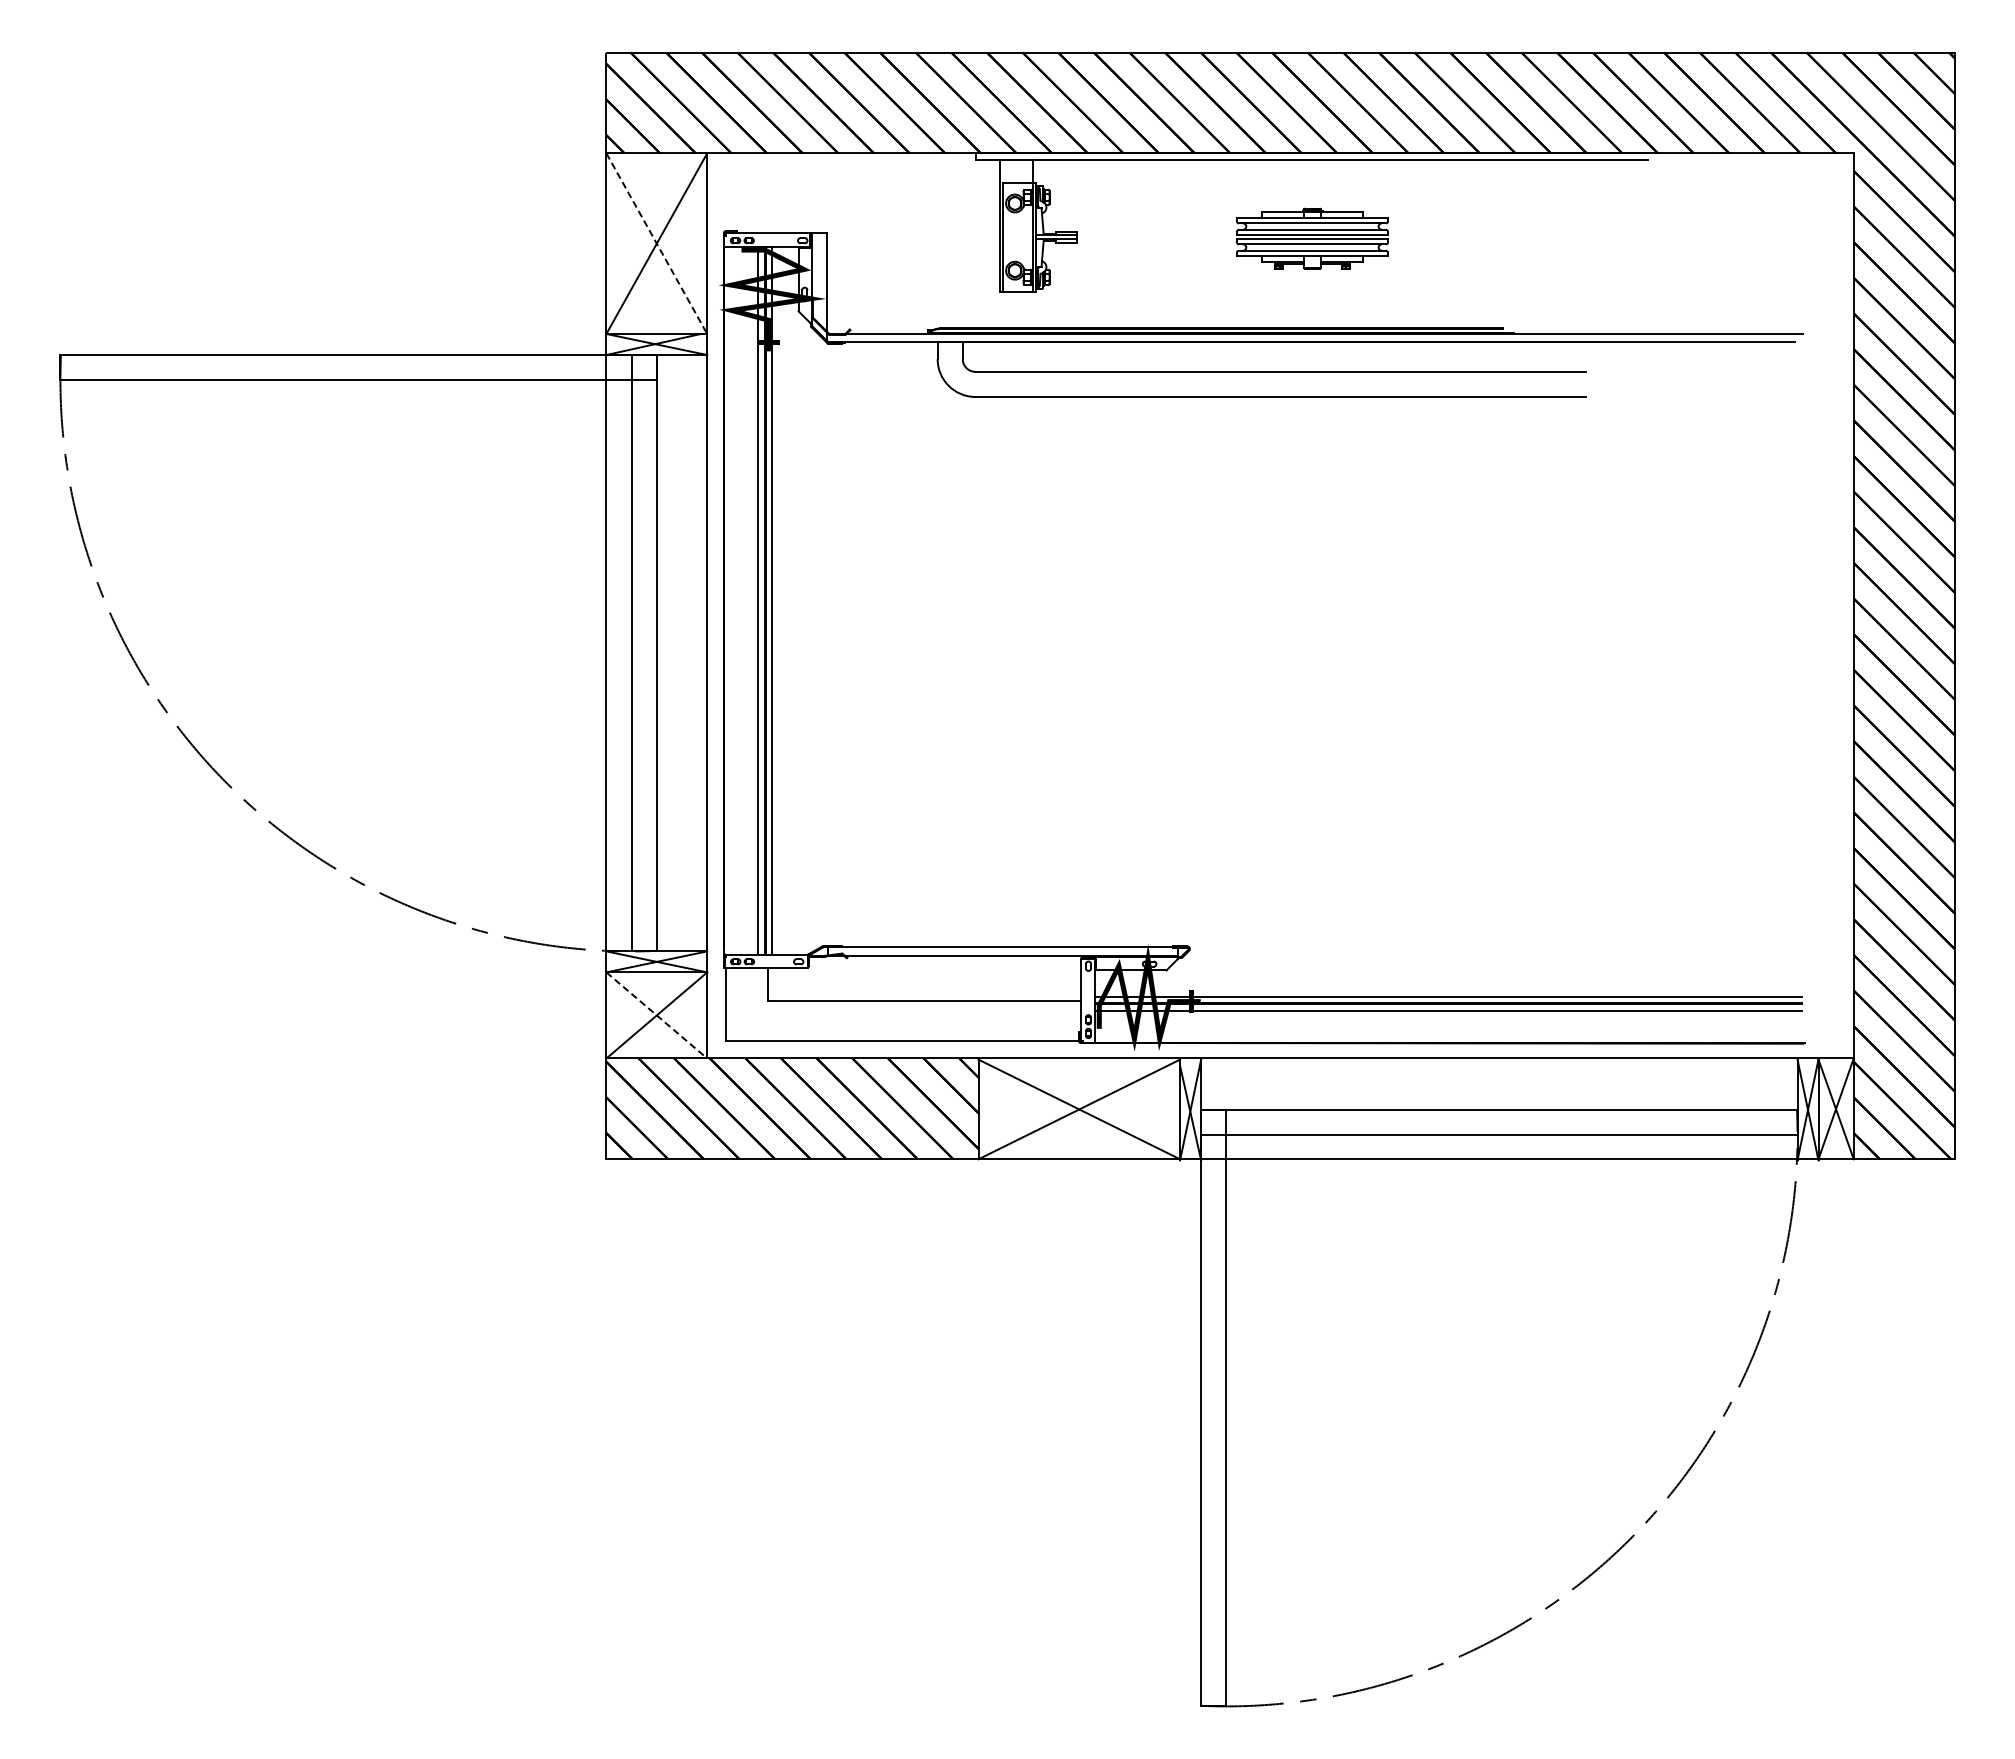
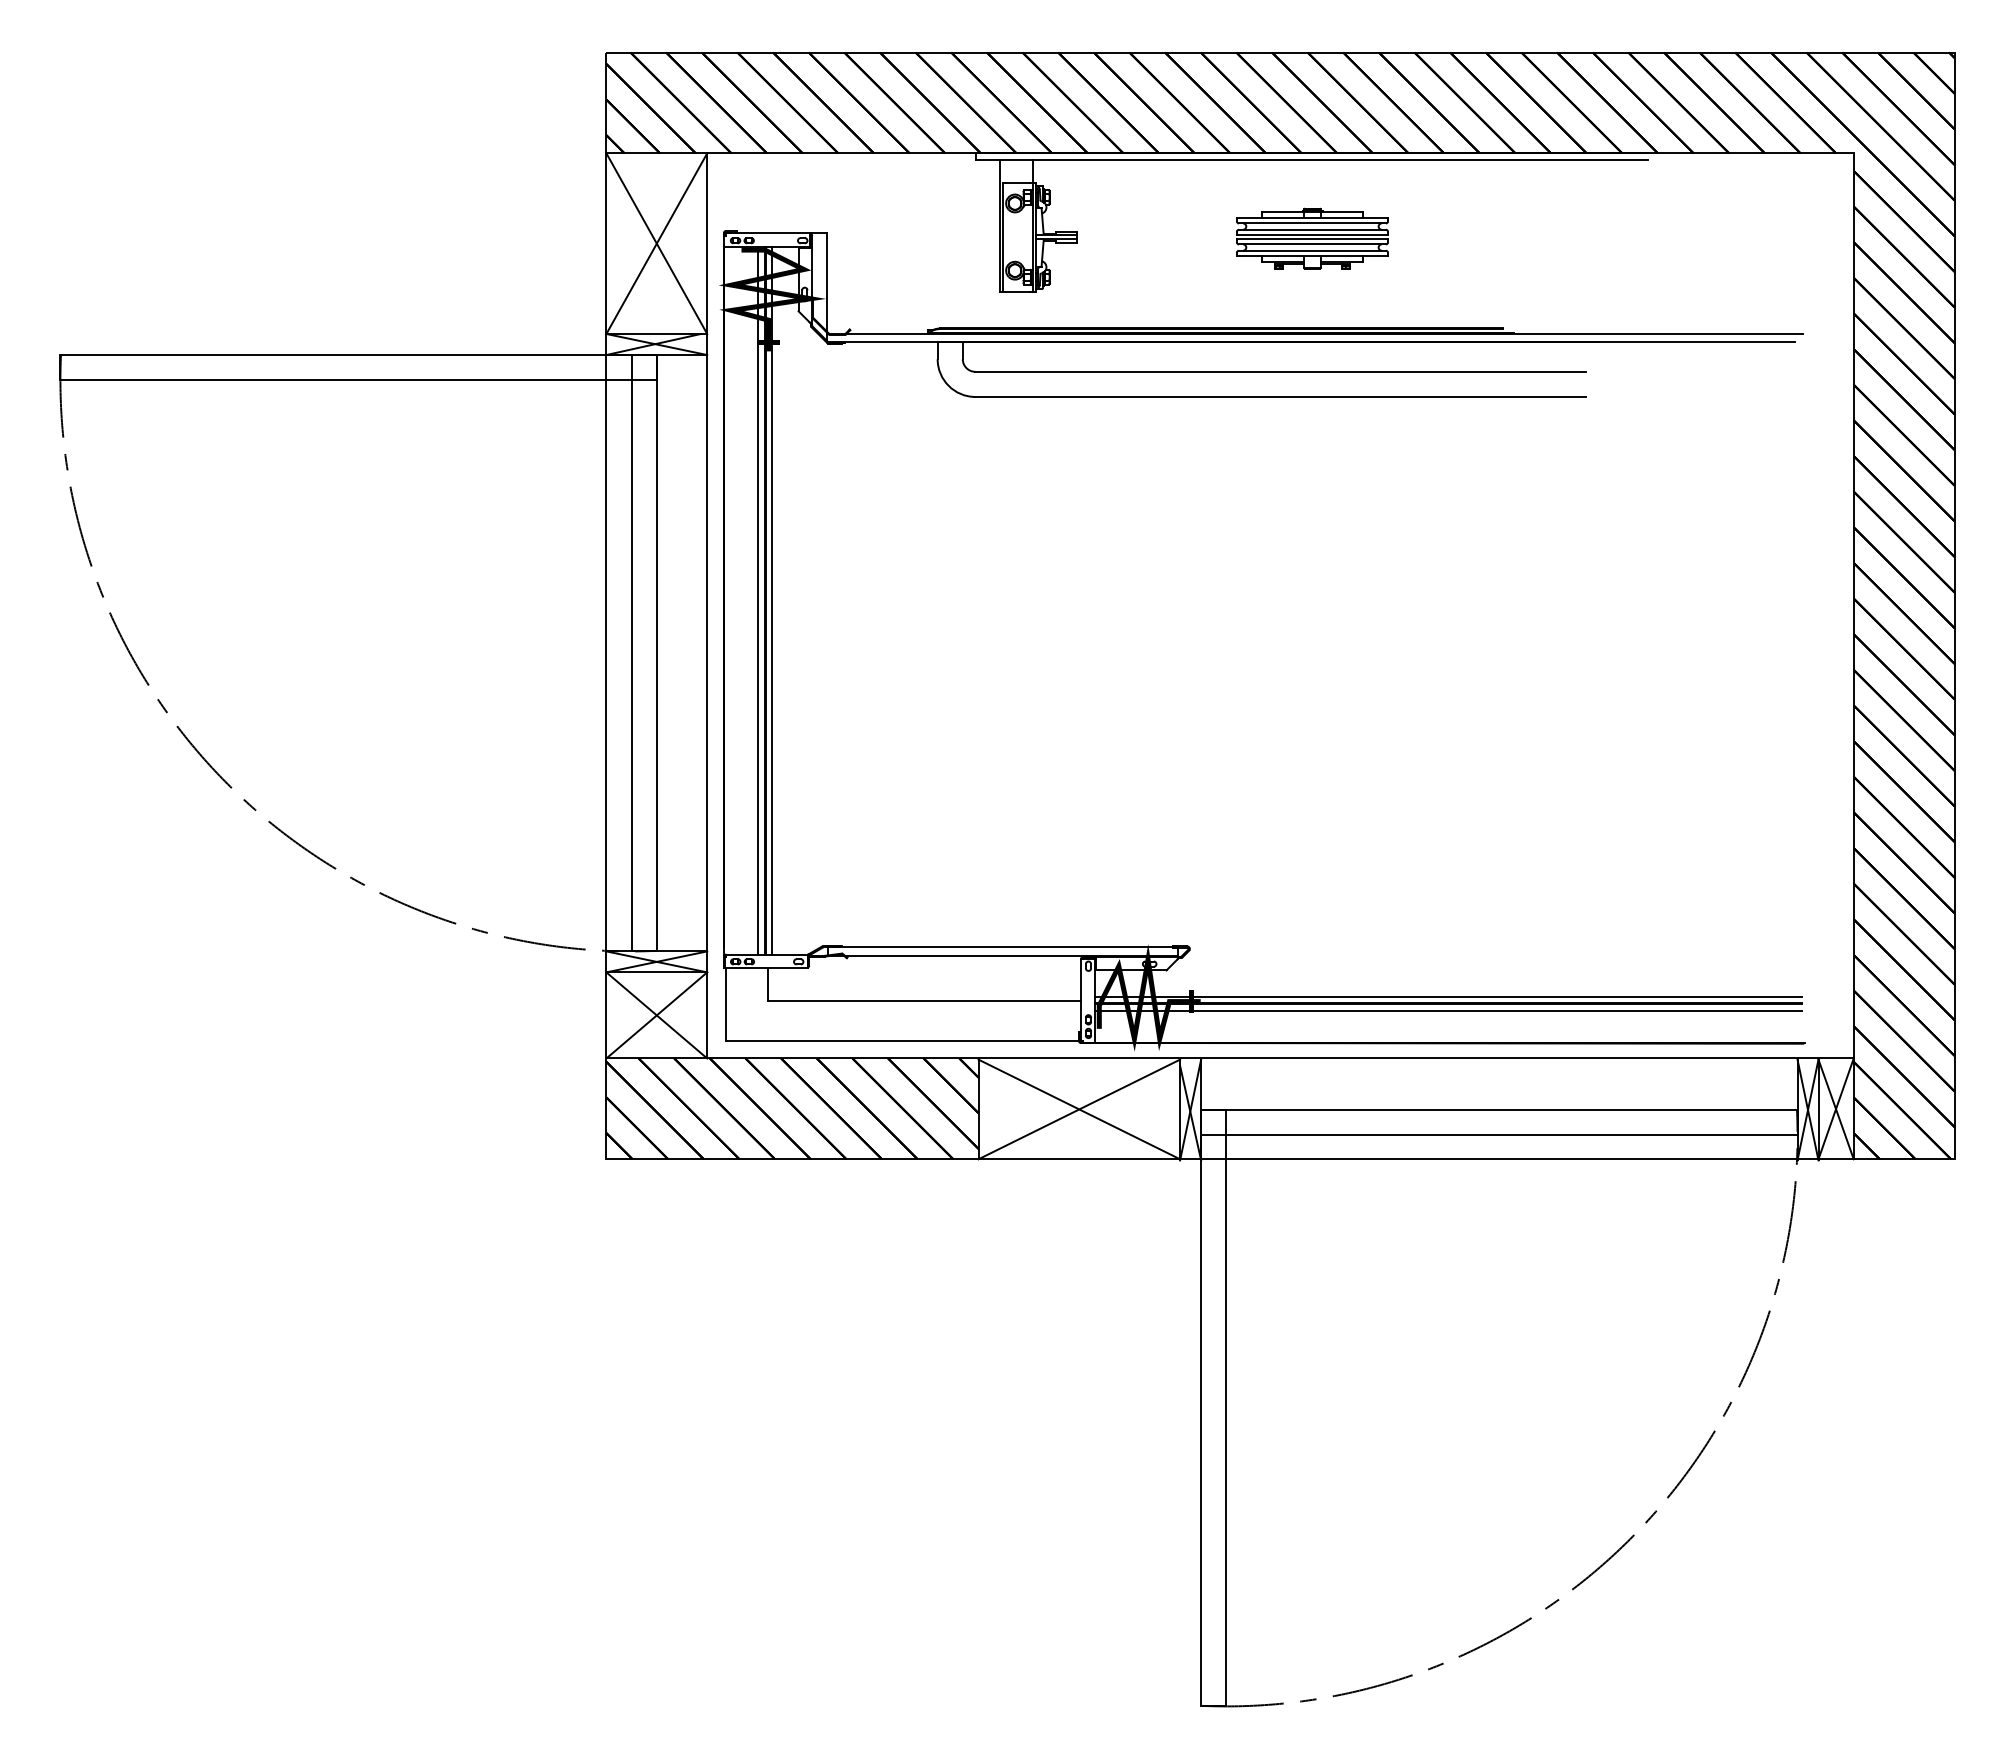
line at (657, 244): dashed -> solid
line at (657, 1015): dashed -> solid
